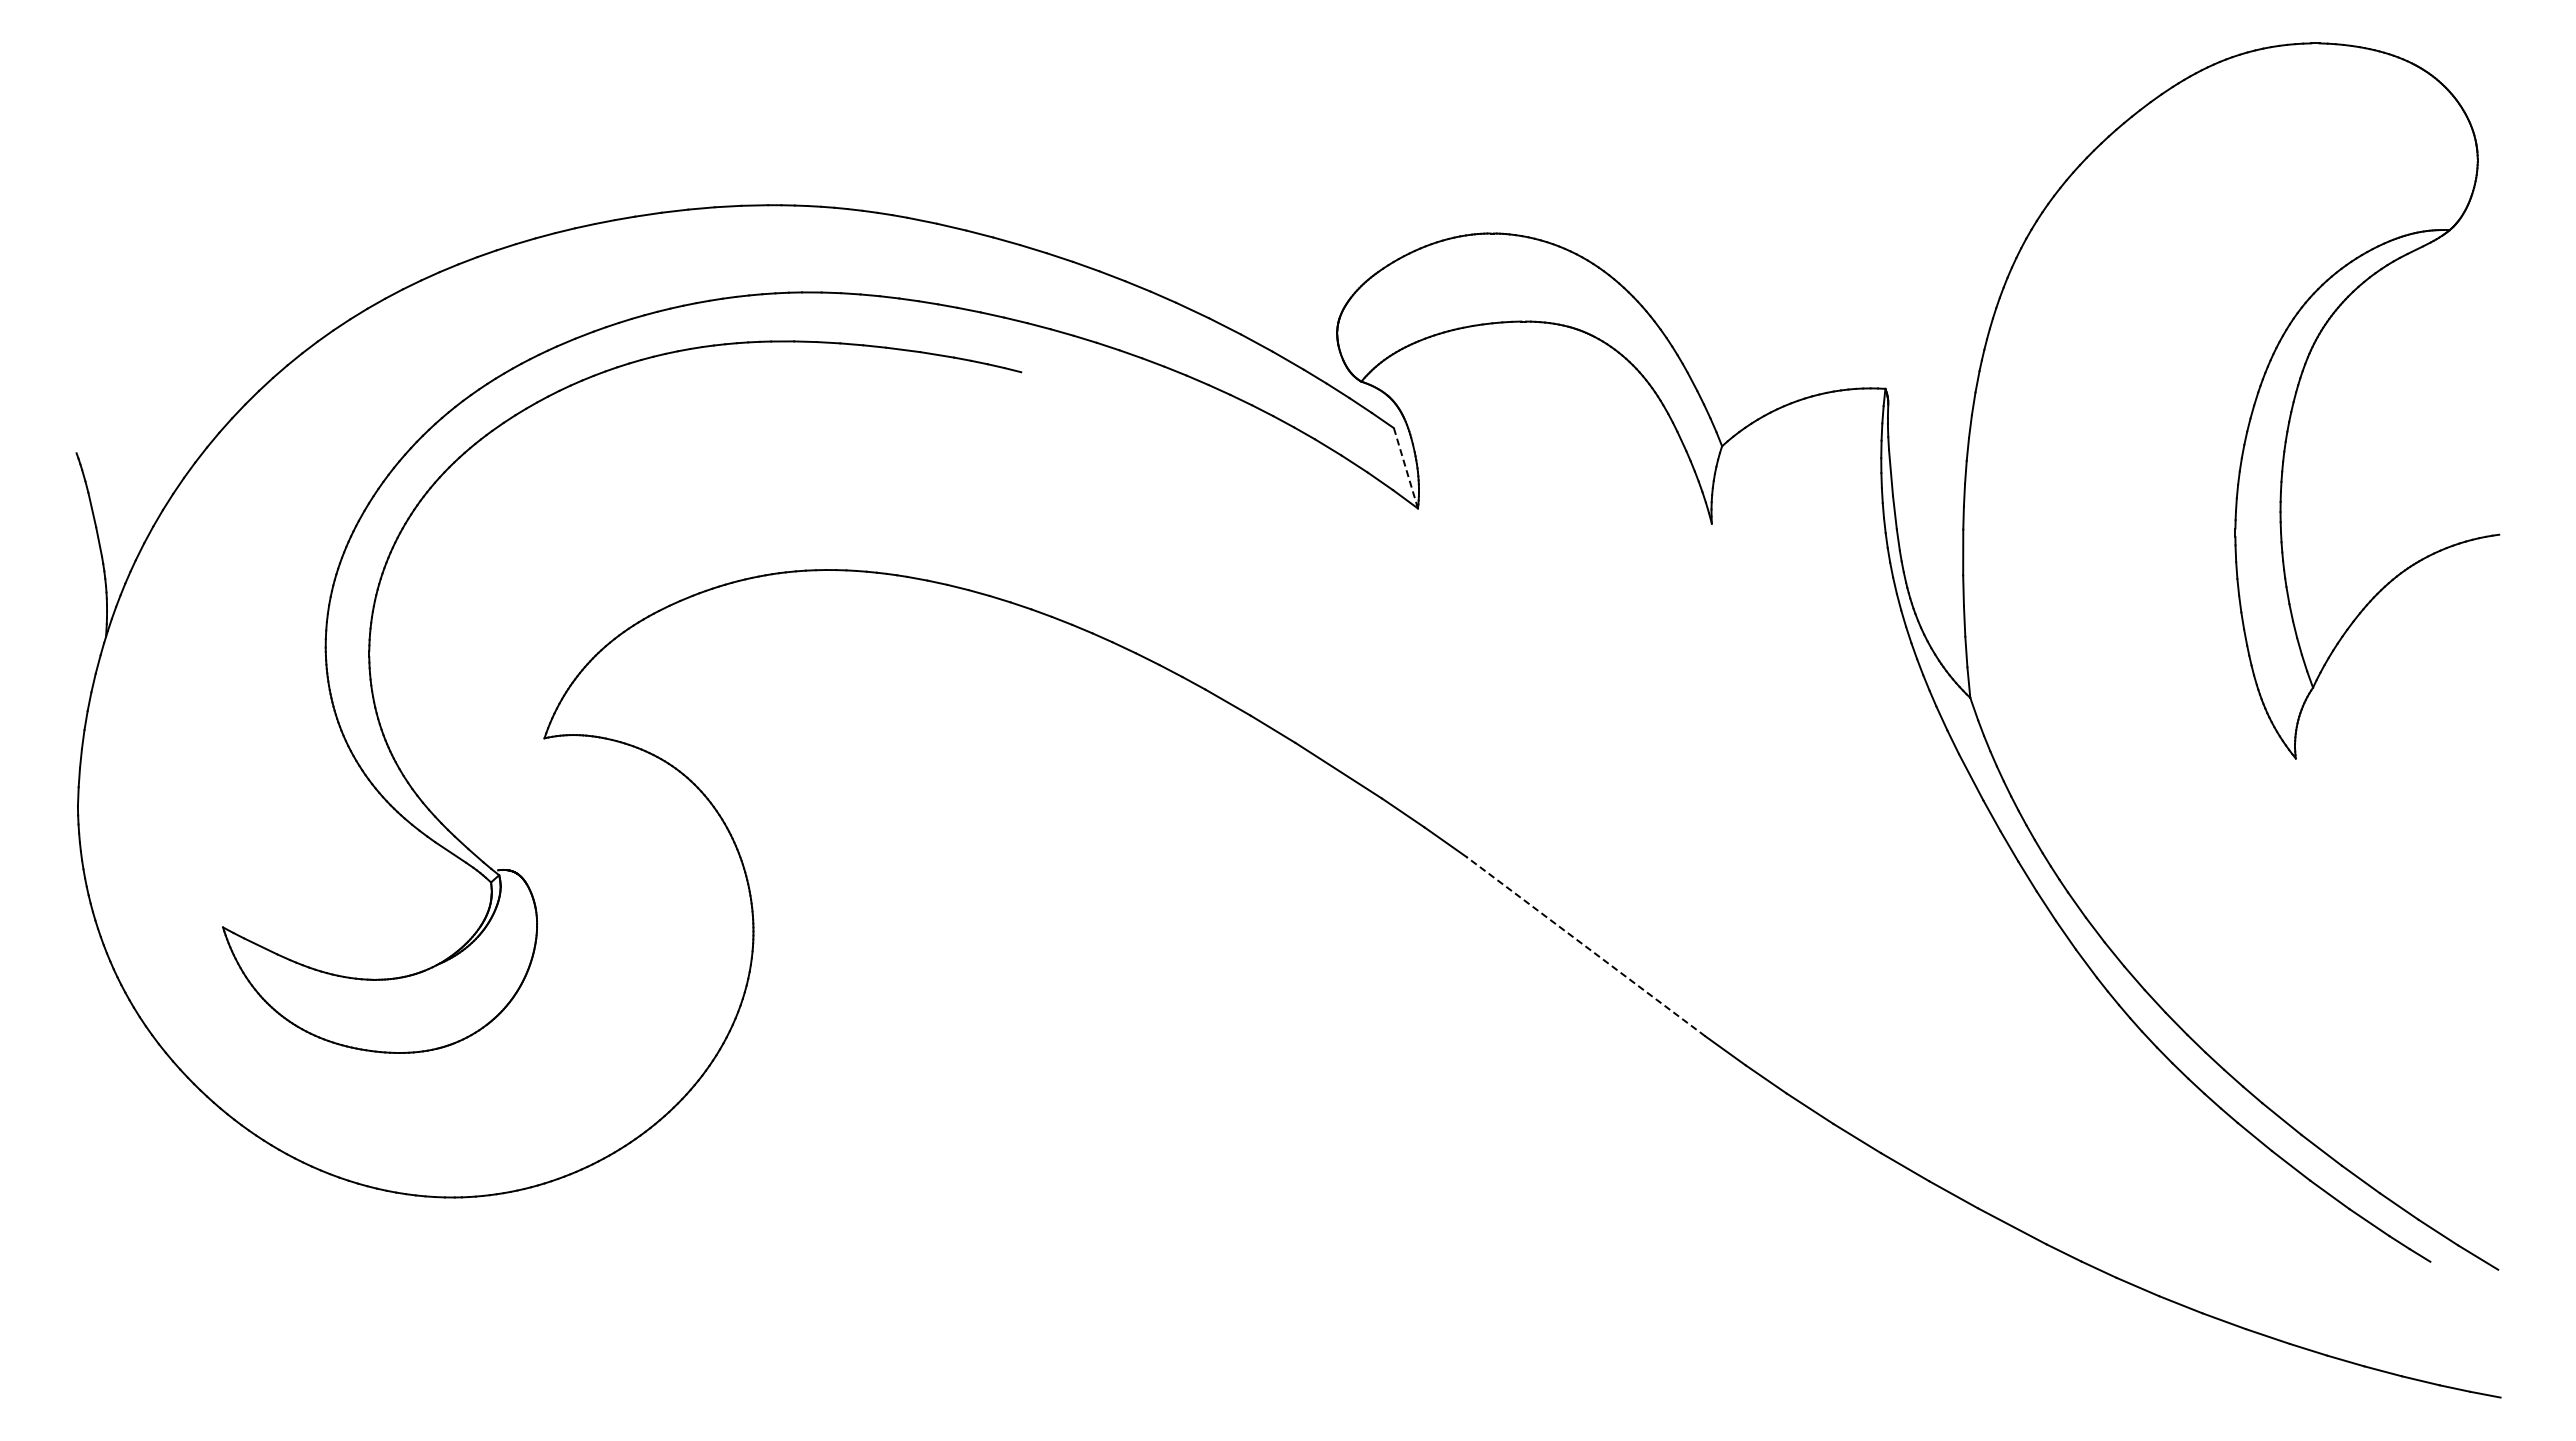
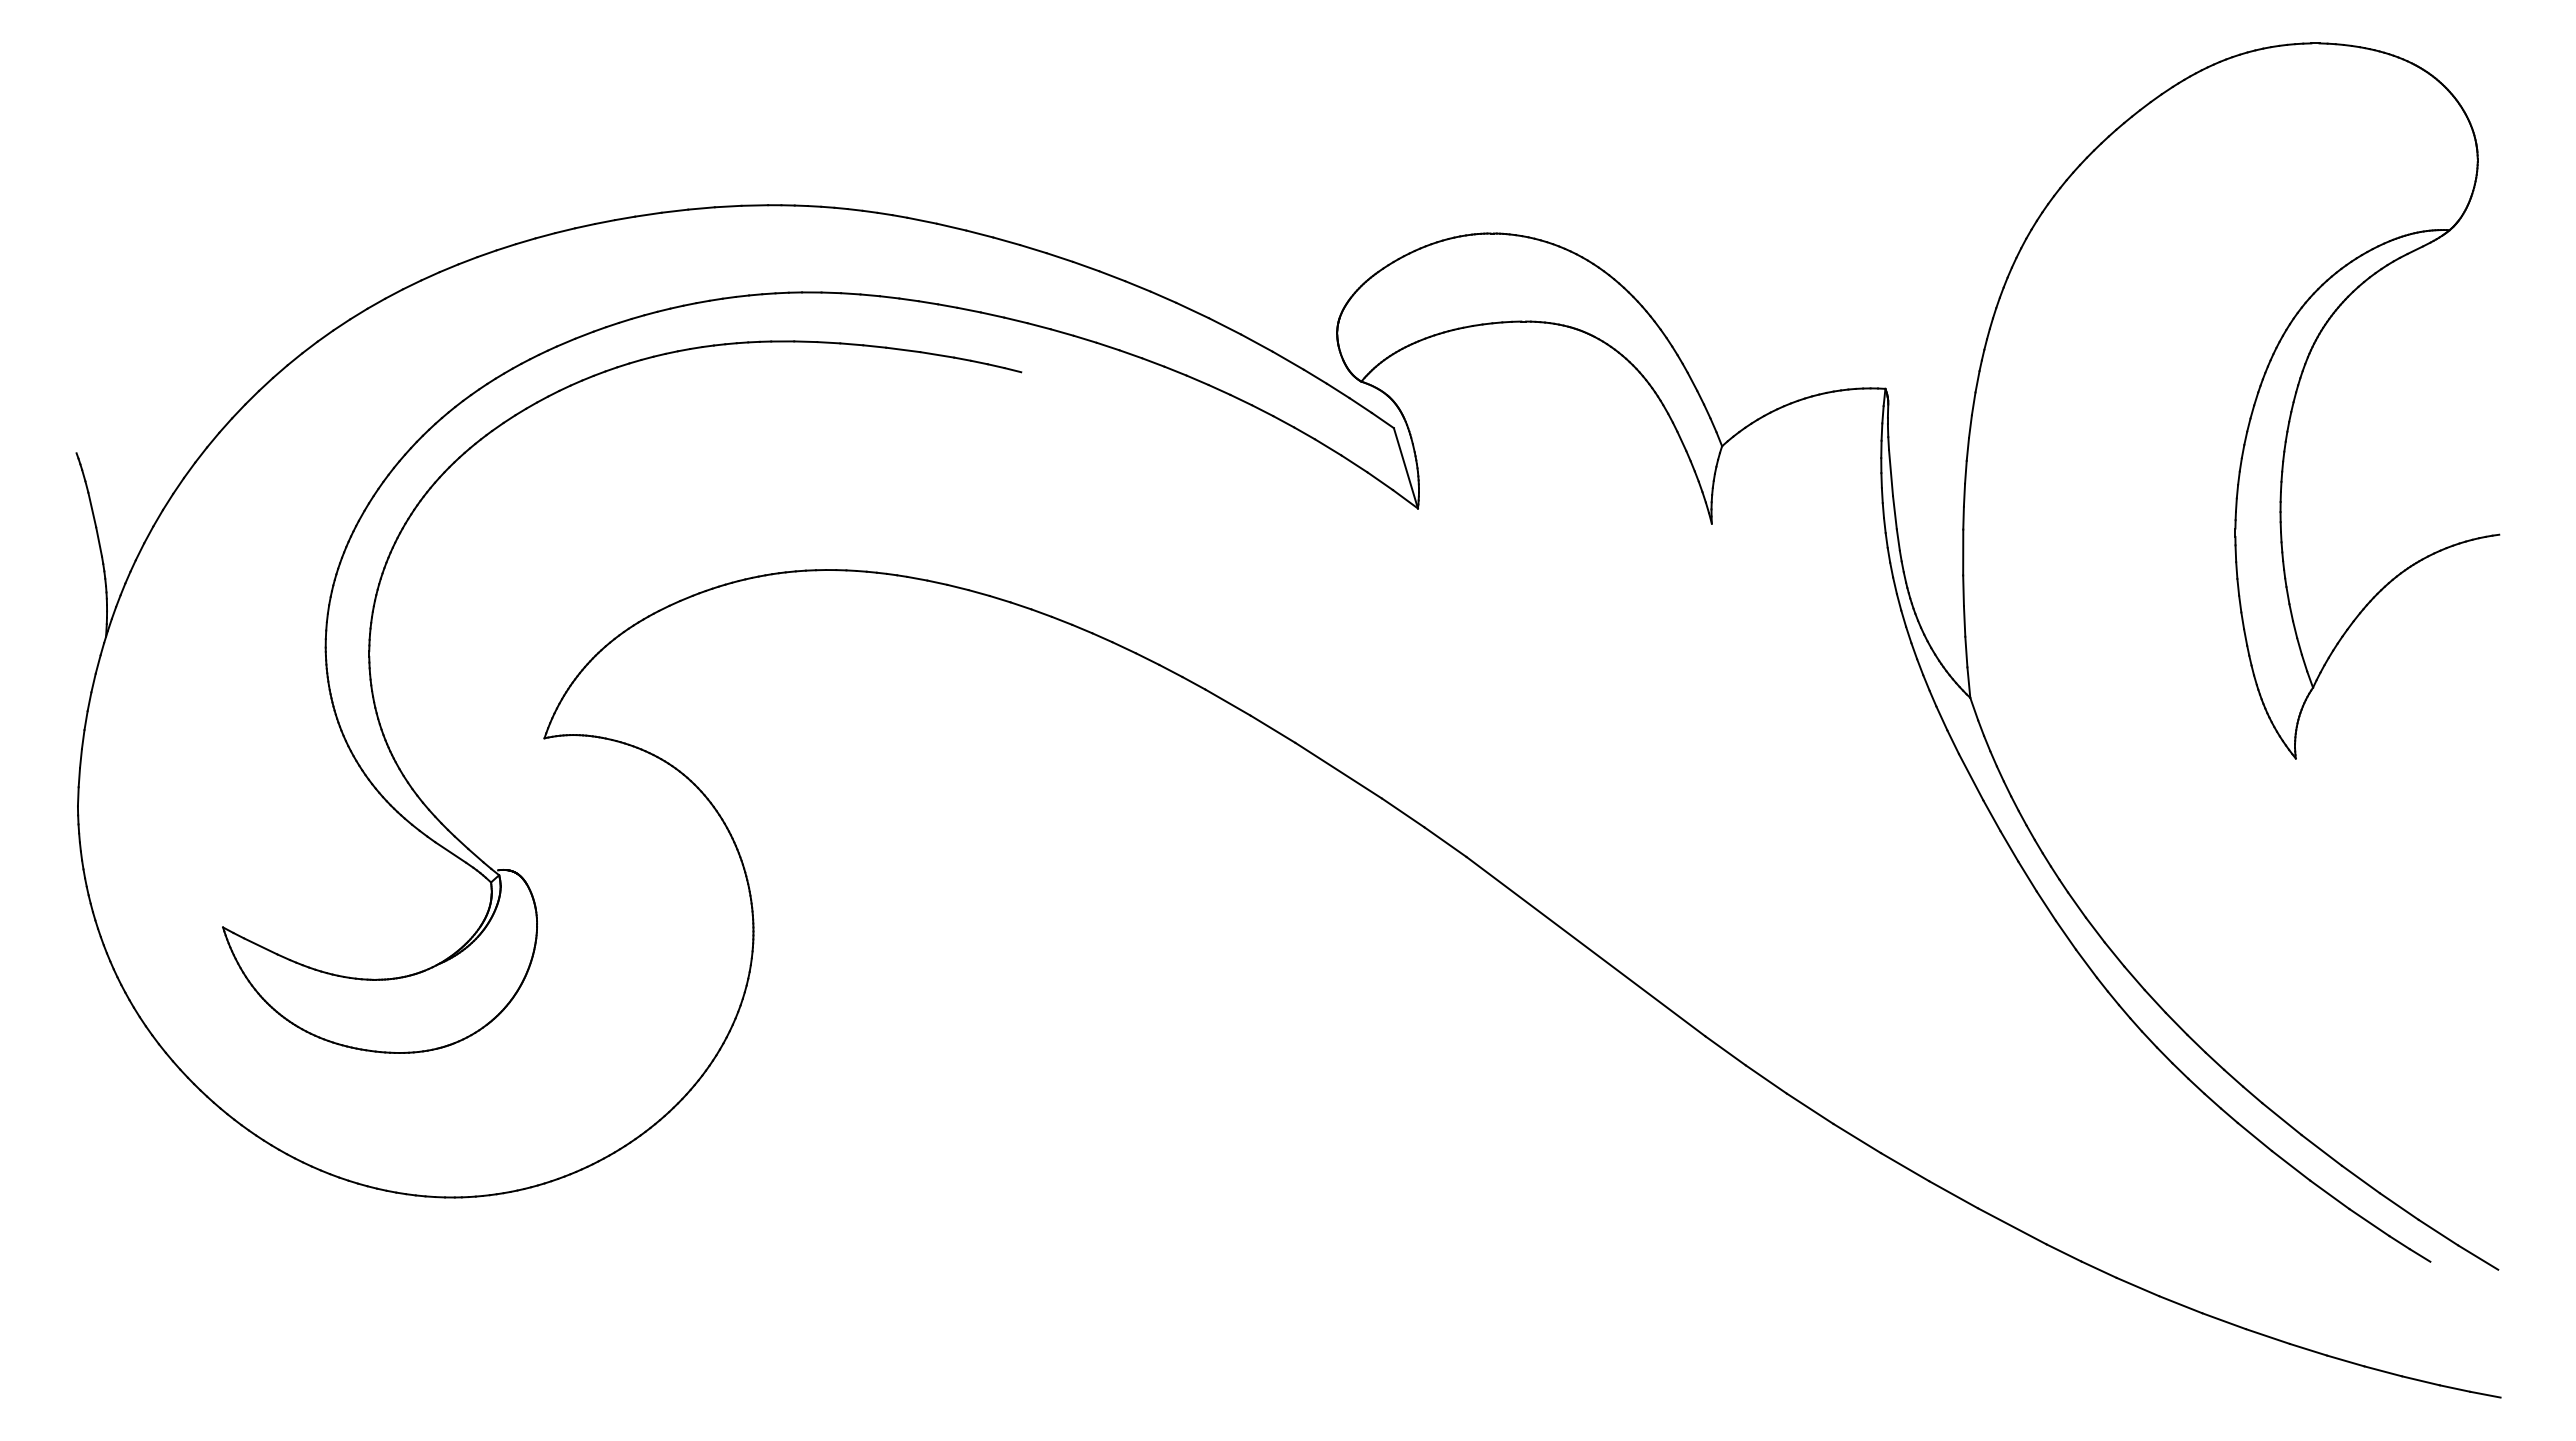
line at (1405, 468): dashed -> solid
line at (1585, 946): dashed -> solid
